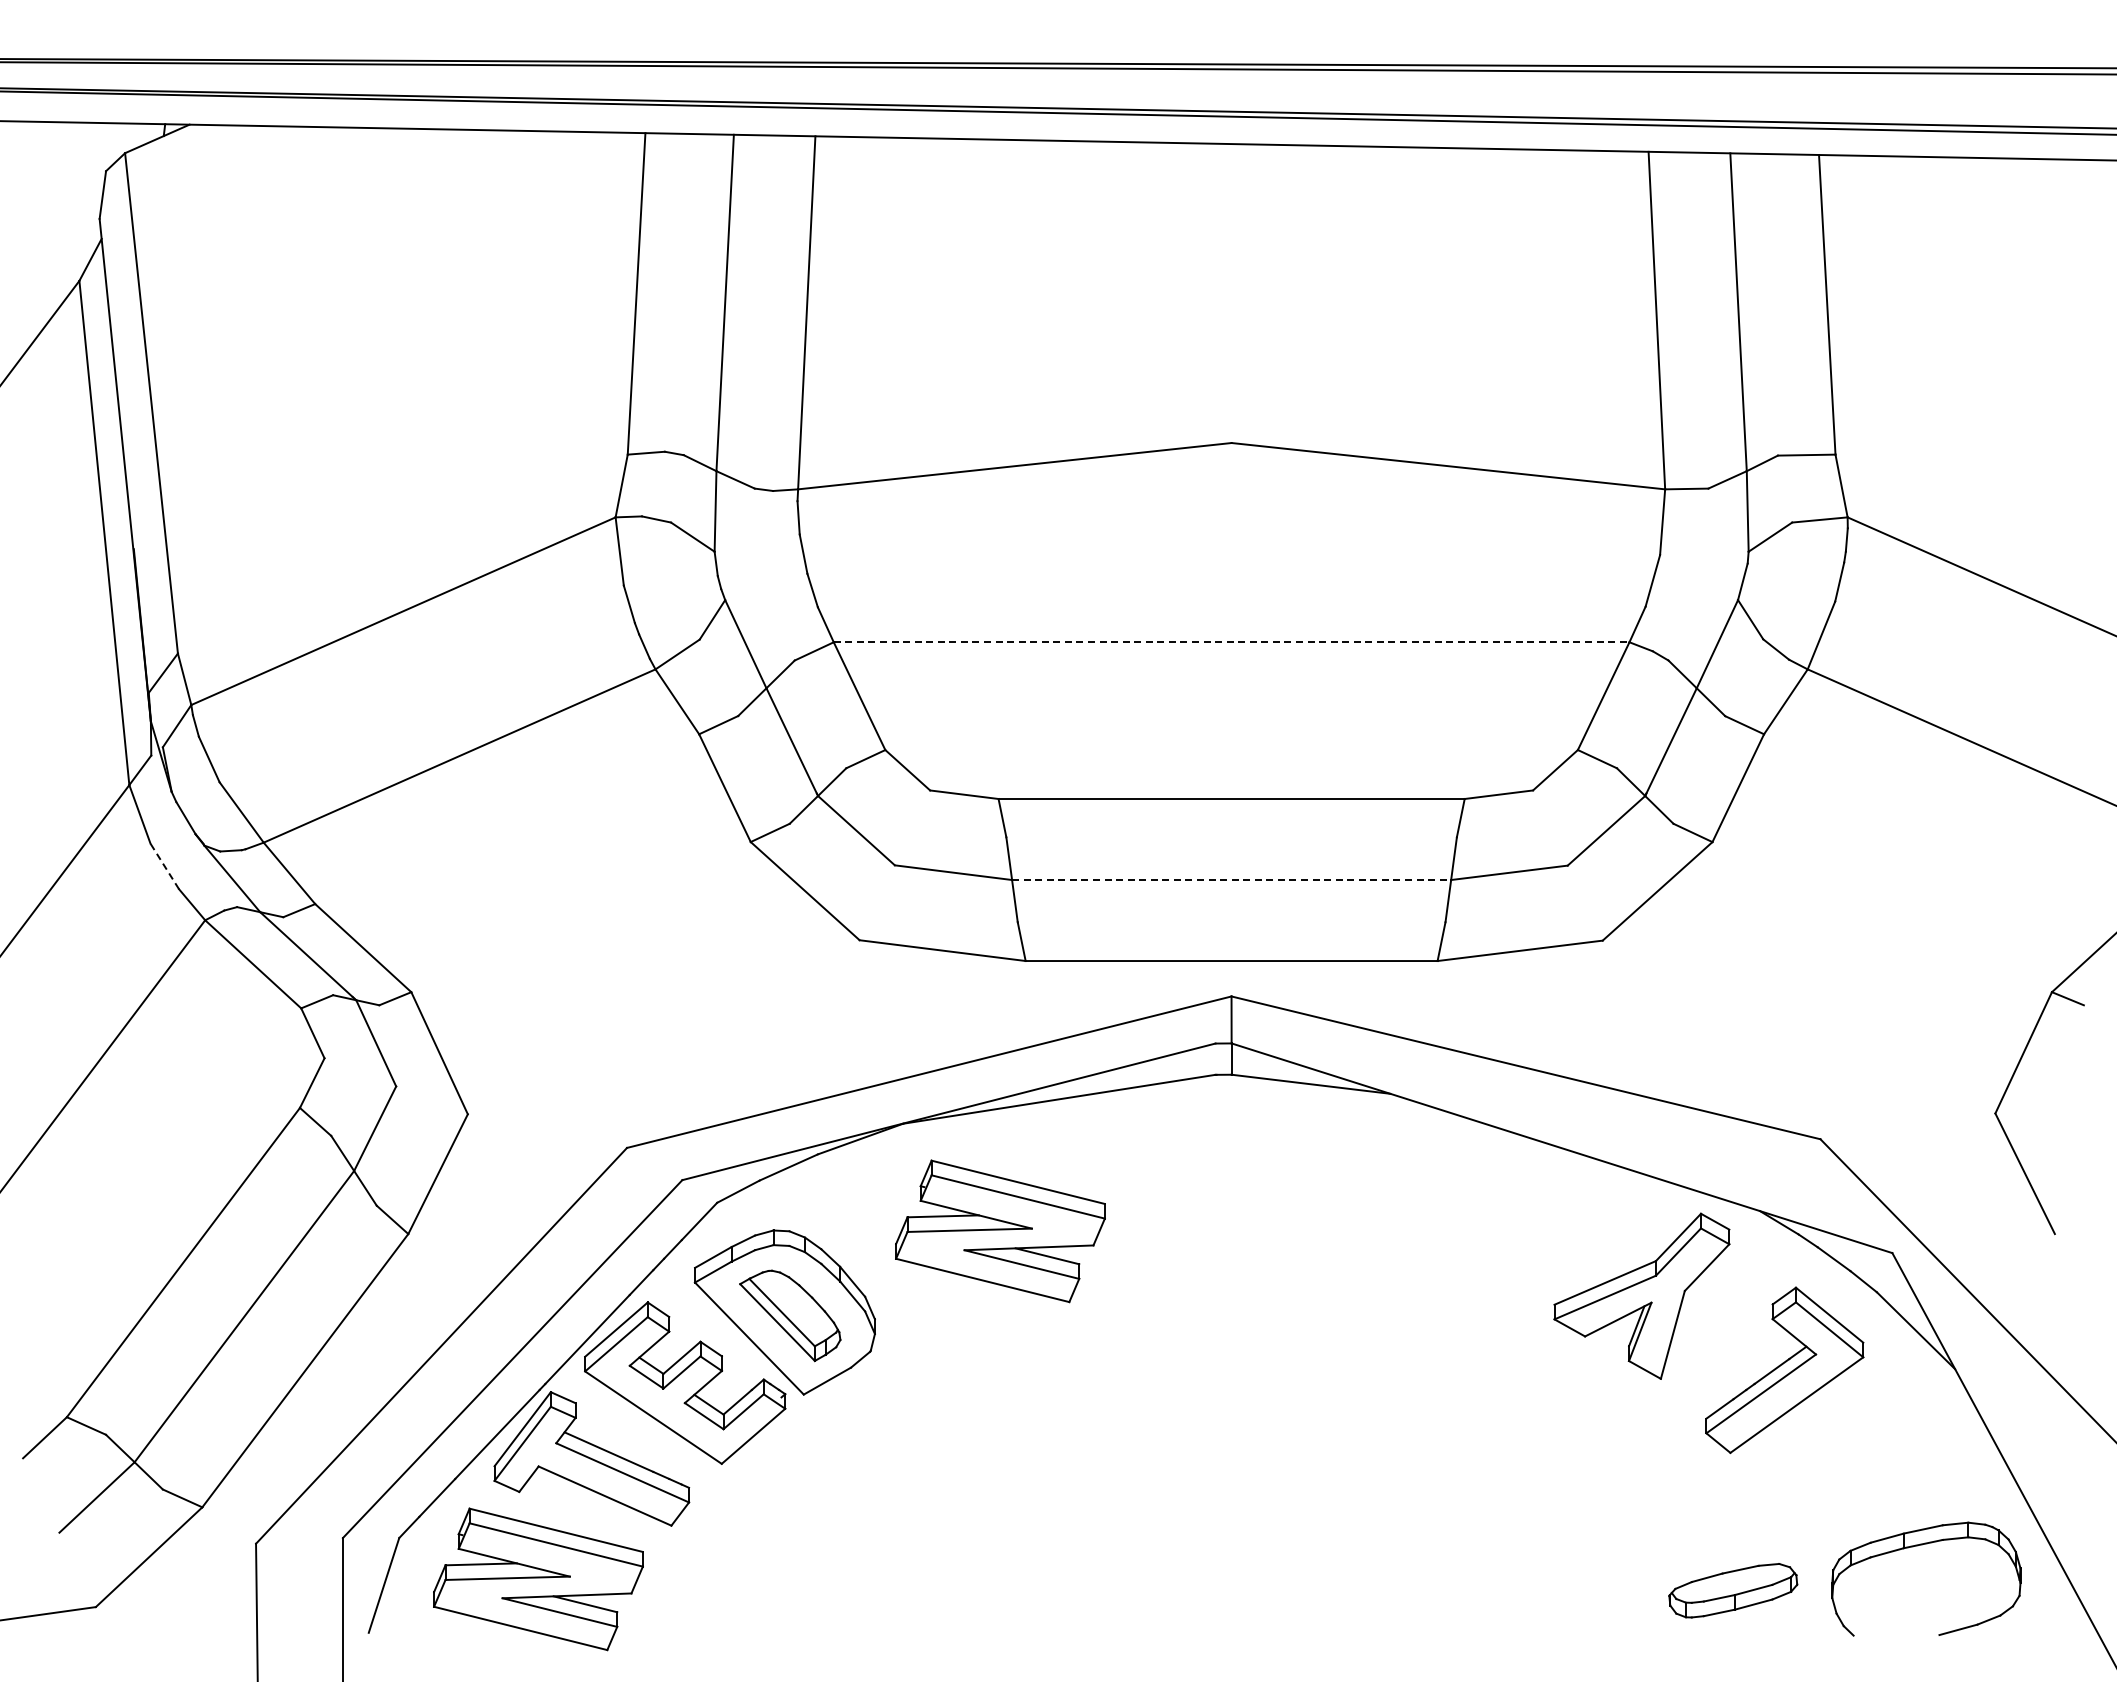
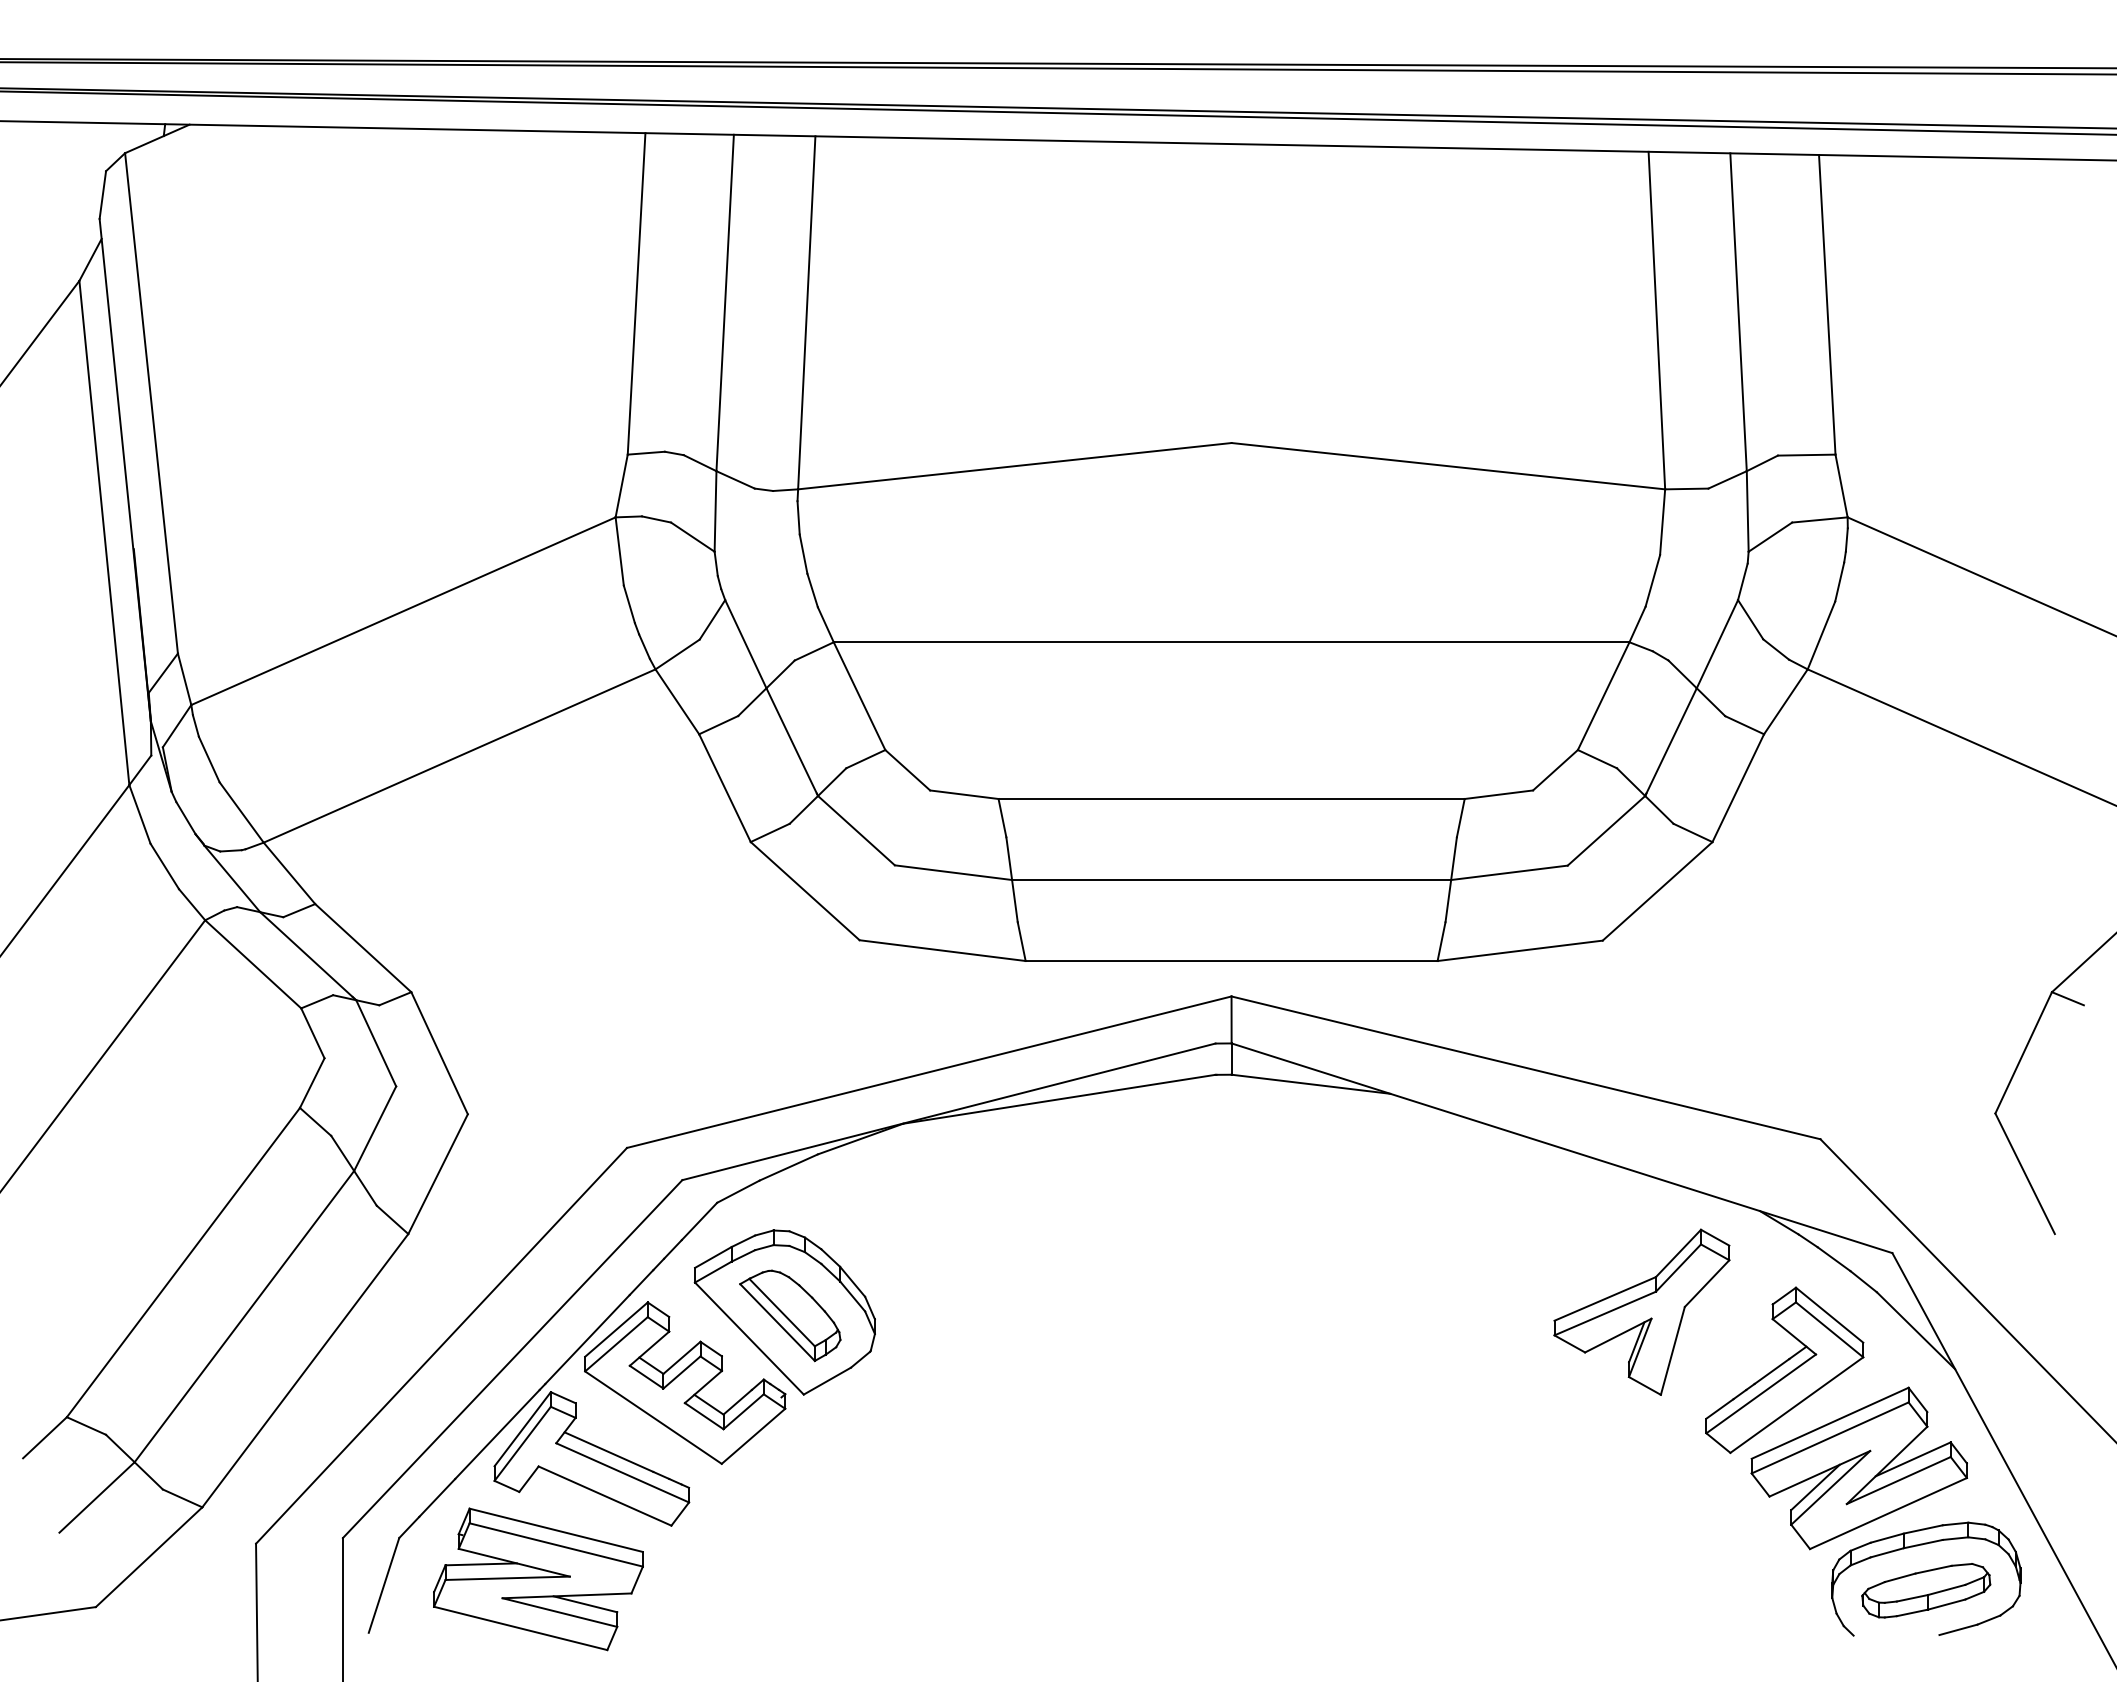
line at (1231, 642): dashed -> solid
line at (164, 866): dashed -> solid
line at (1231, 880): dashed -> solid
part at (1000, 1231): present -> none
part at (1641, 1295) position: (1641, 1295) -> (1641, 1311)
part at (1859, 1468): none -> present
part at (1733, 1590) position: (1733, 1590) -> (1926, 1590)
